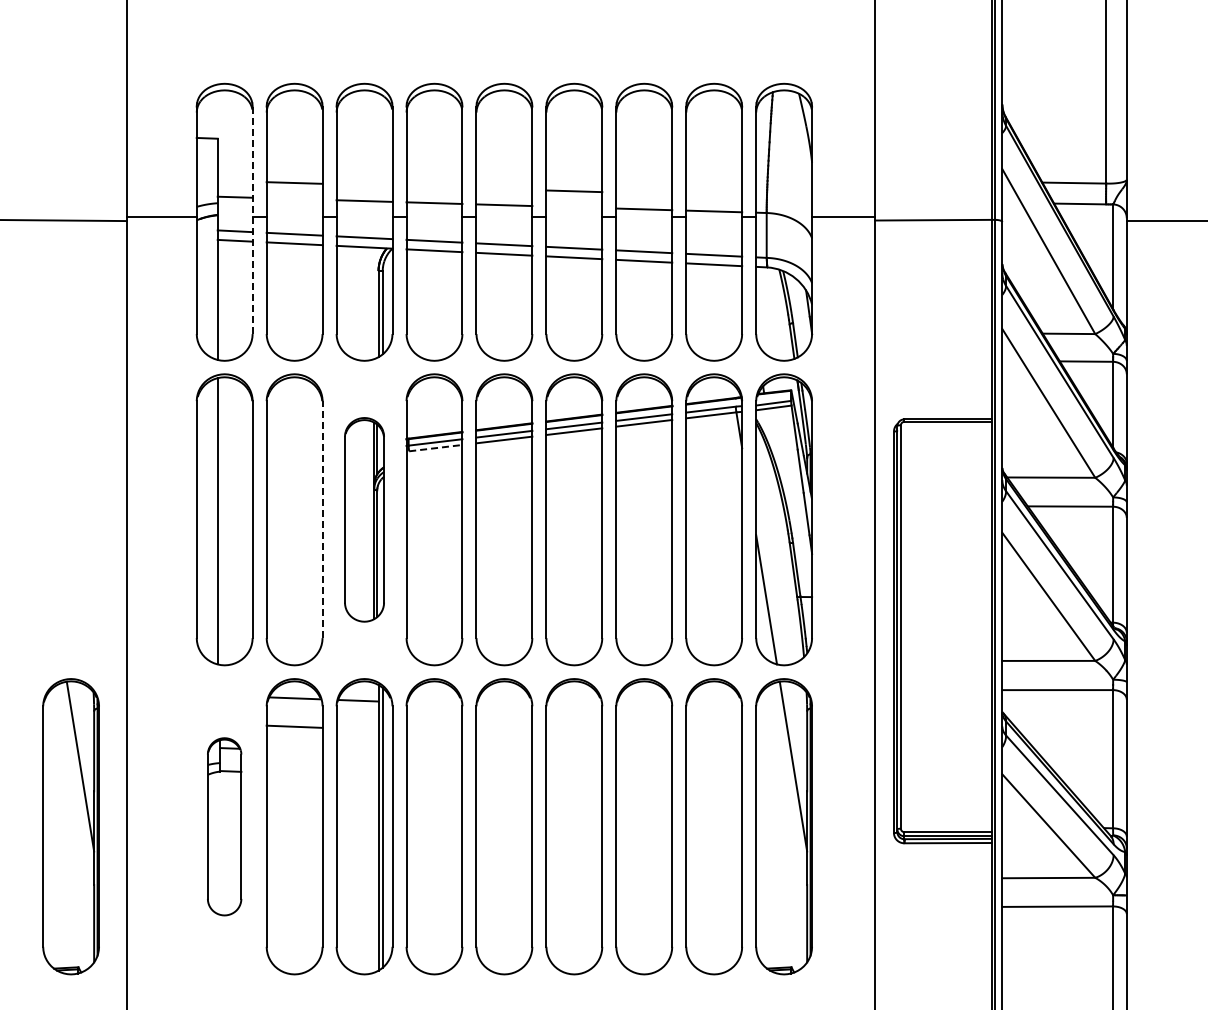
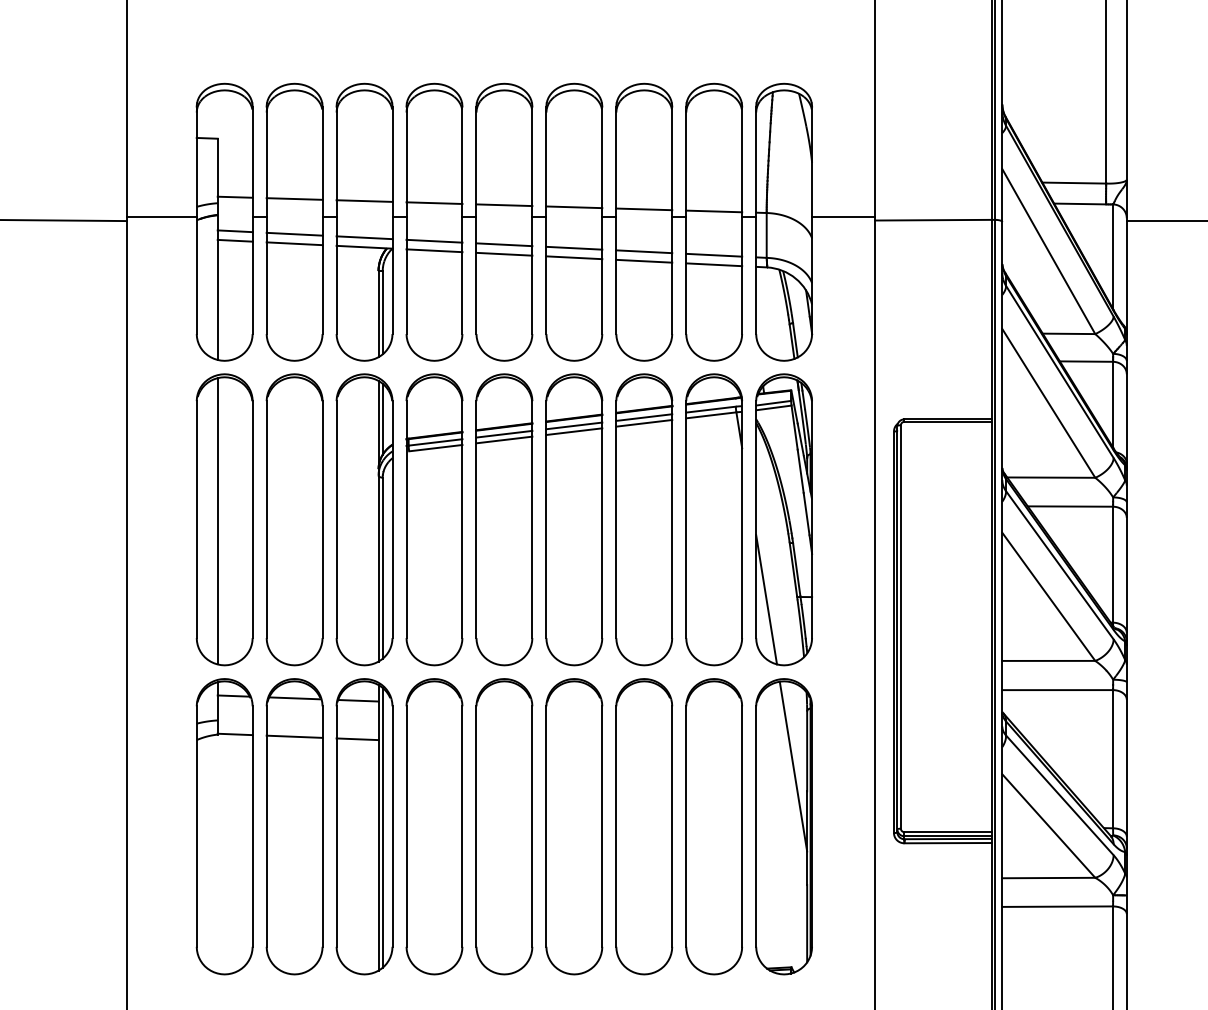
line at (294, 182) position: (294, 182) -> (294, 198)
line at (574, 191) position: (574, 191) -> (574, 207)
line at (252, 220): dashed -> solid
line at (435, 448): dashed -> solid
line at (322, 519): dashed -> solid
part at (364, 519) size: 41x206 px -> 59x294 px
line at (294, 726) position: (294, 726) -> (294, 736)
line at (357, 739): none -> present
part at (70, 826): present -> none
part at (224, 826) size: 36x180 px -> 59x298 px
